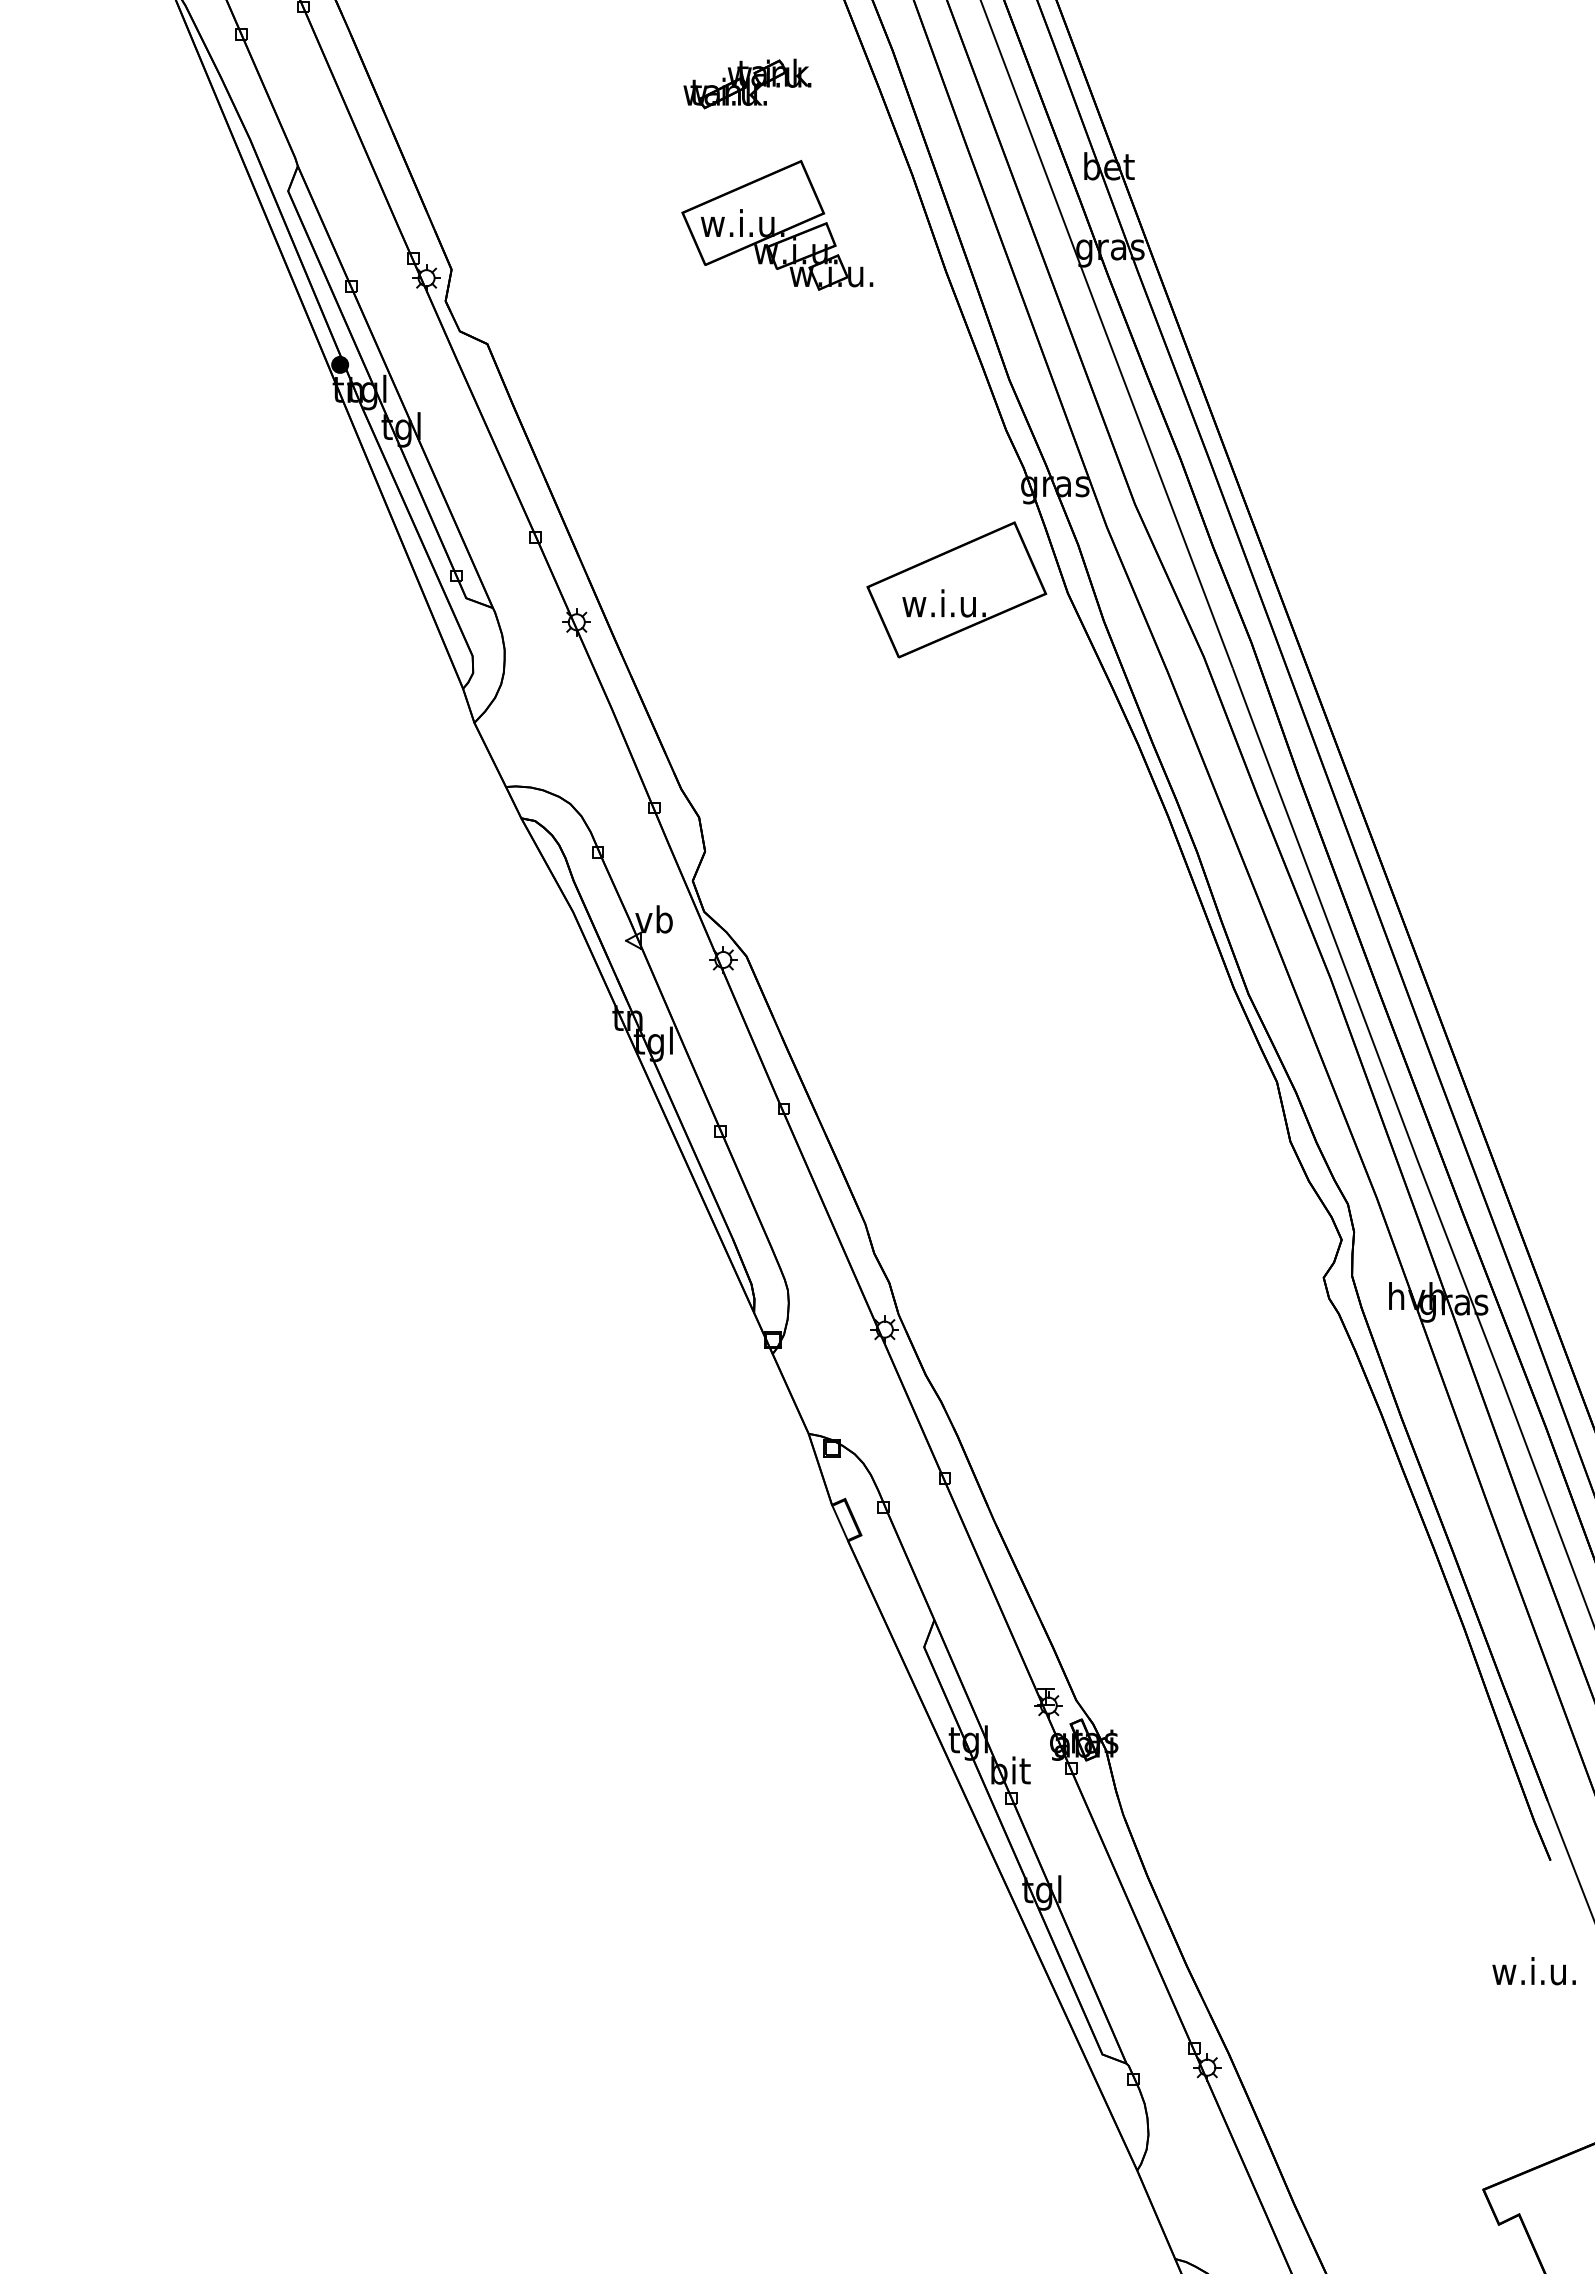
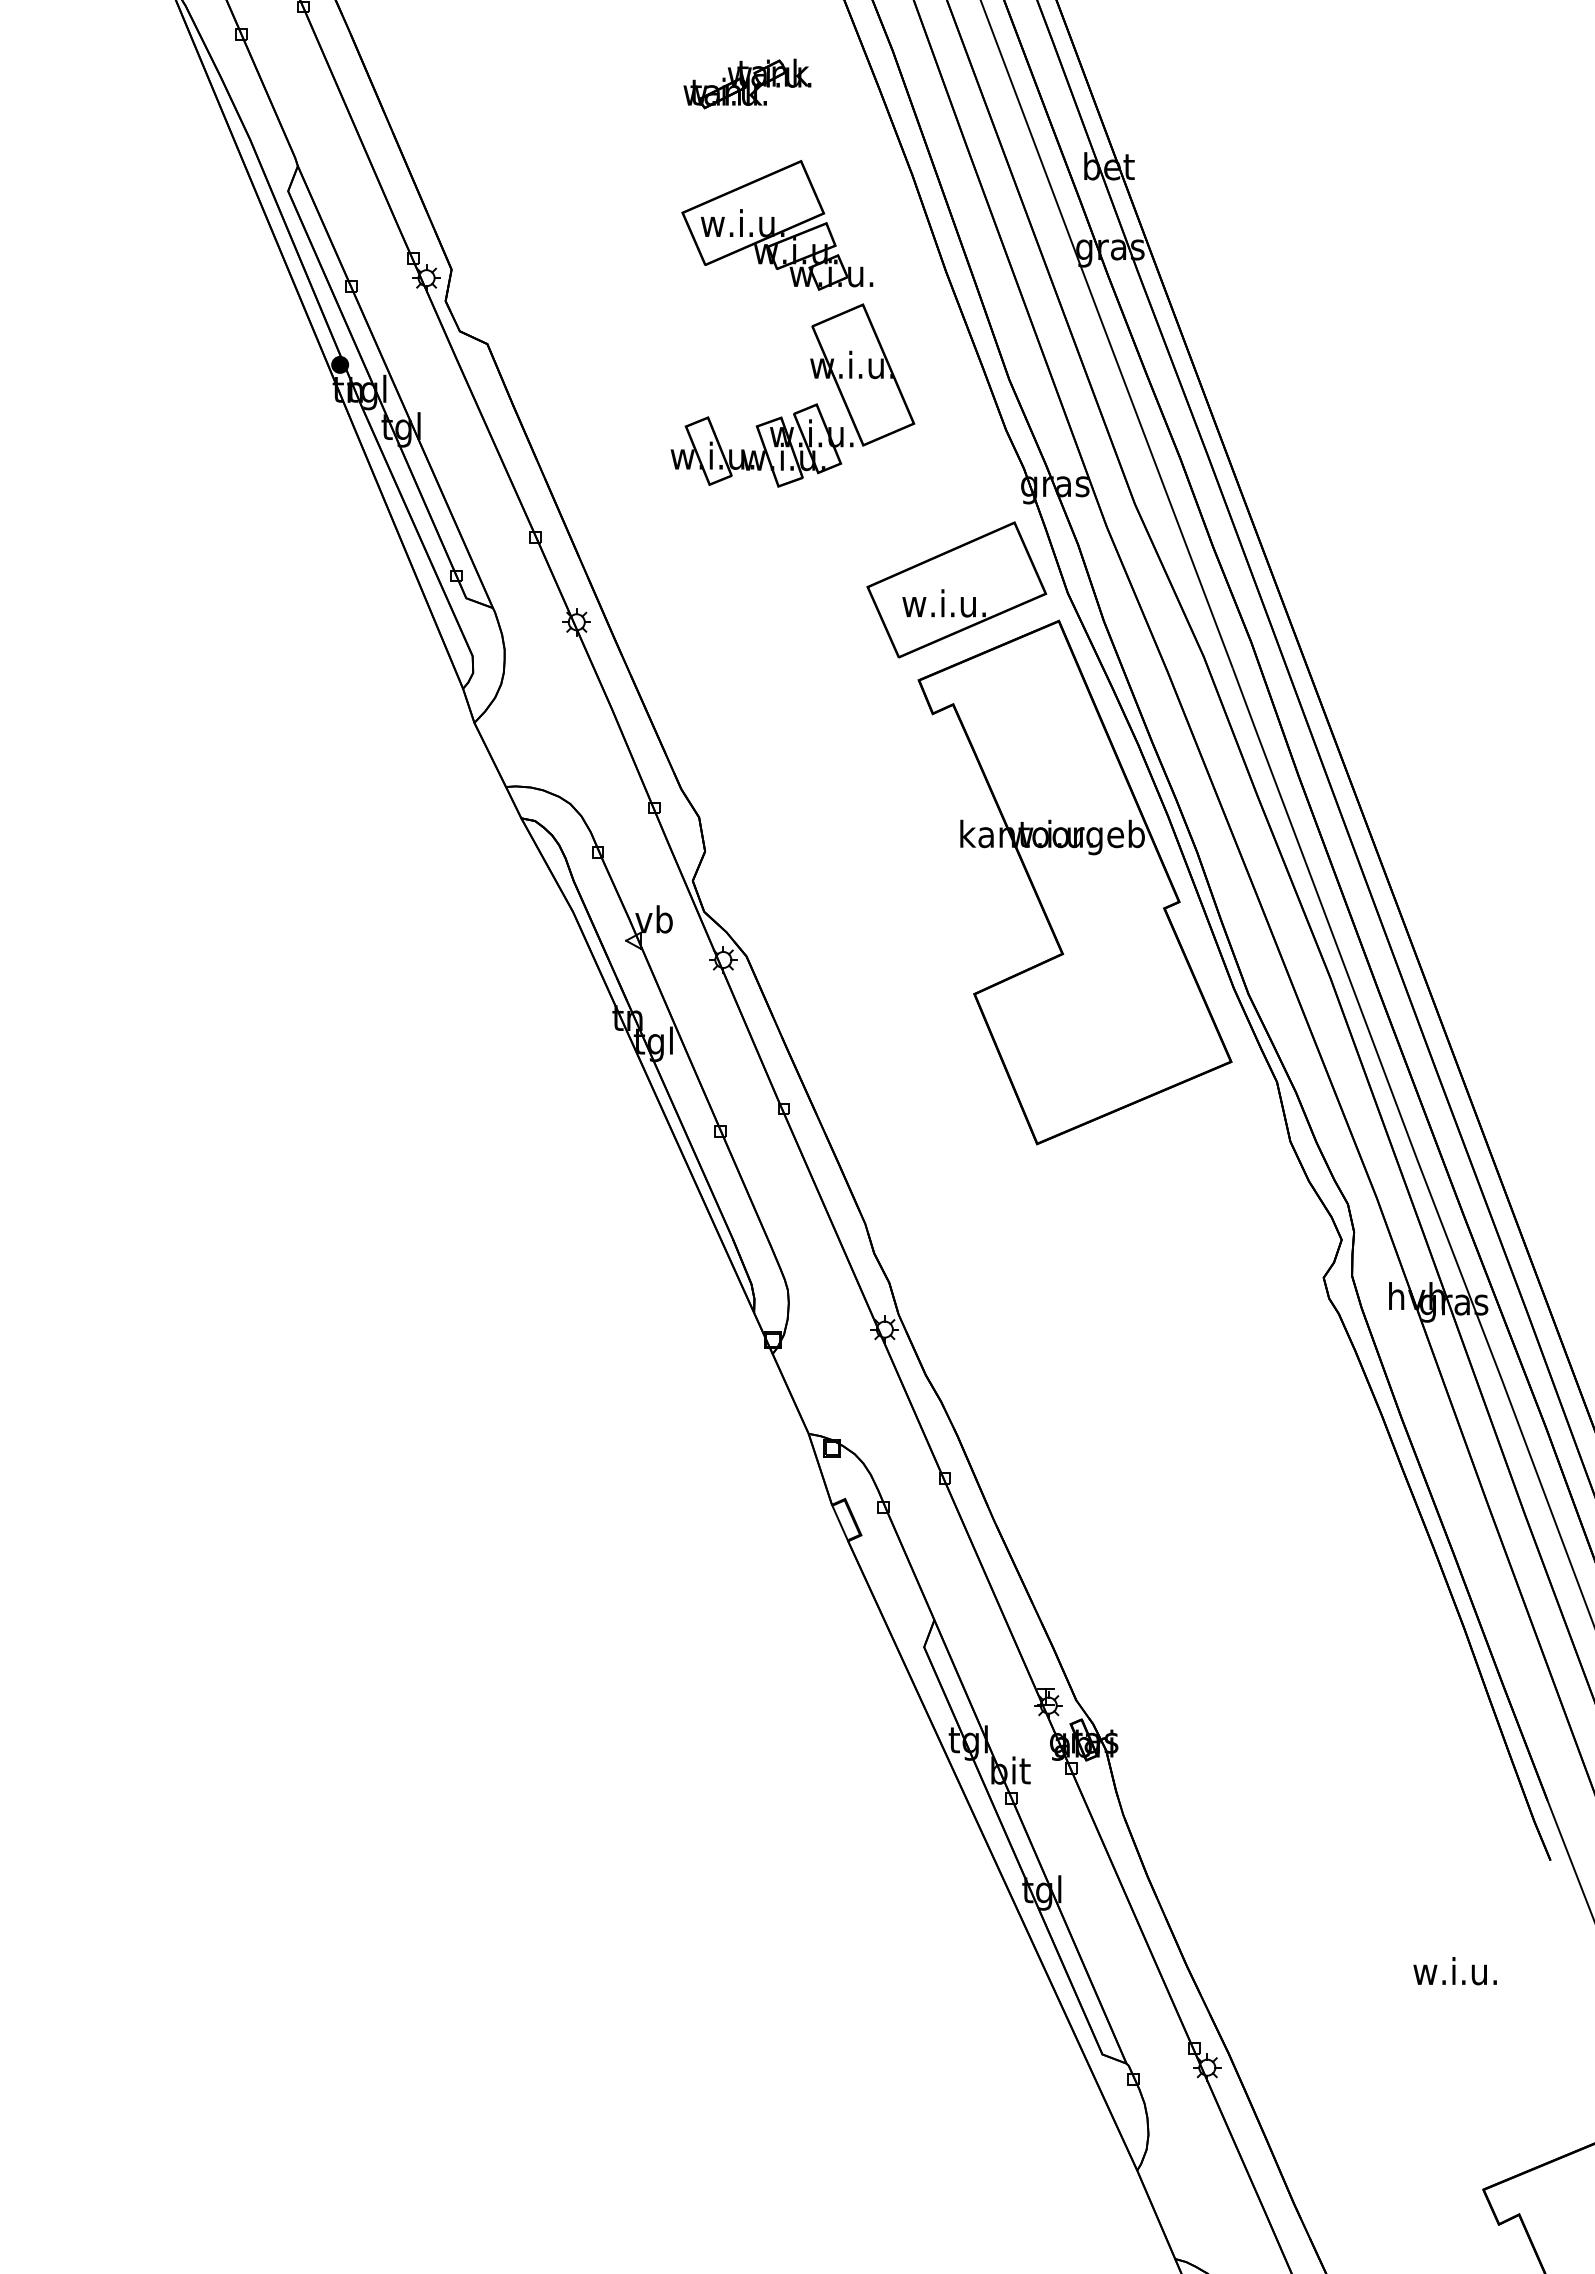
part at (798, 410): none -> present
part at (1074, 882): none -> present
text at (1533, 1971) position: (1533, 1971) -> (1454, 1971)
